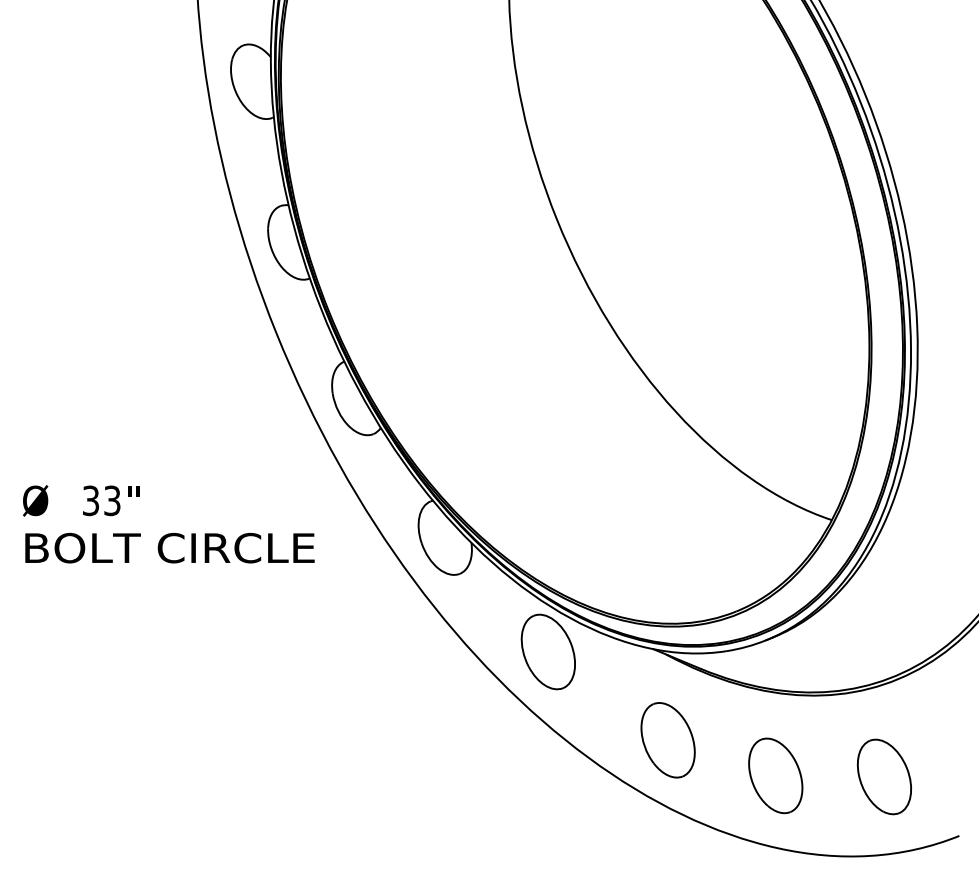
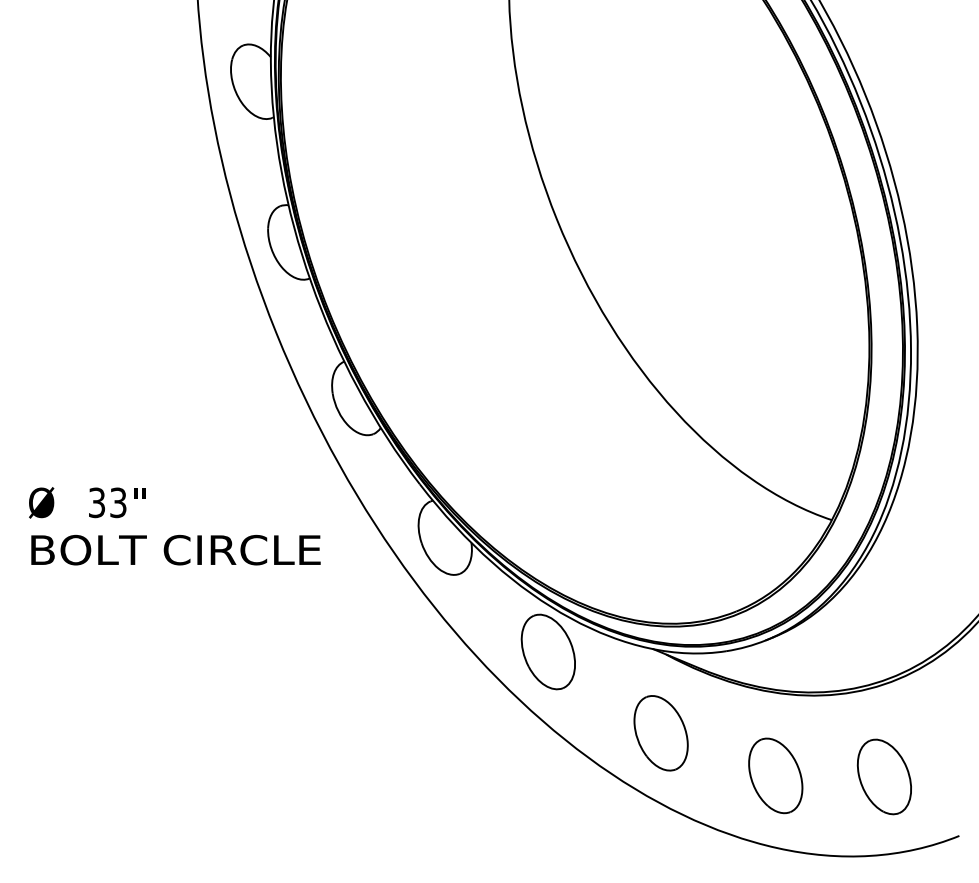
text at (168, 524) position: (168, 524) -> (174, 526)
part at (667, 740) position: (667, 740) -> (660, 733)
